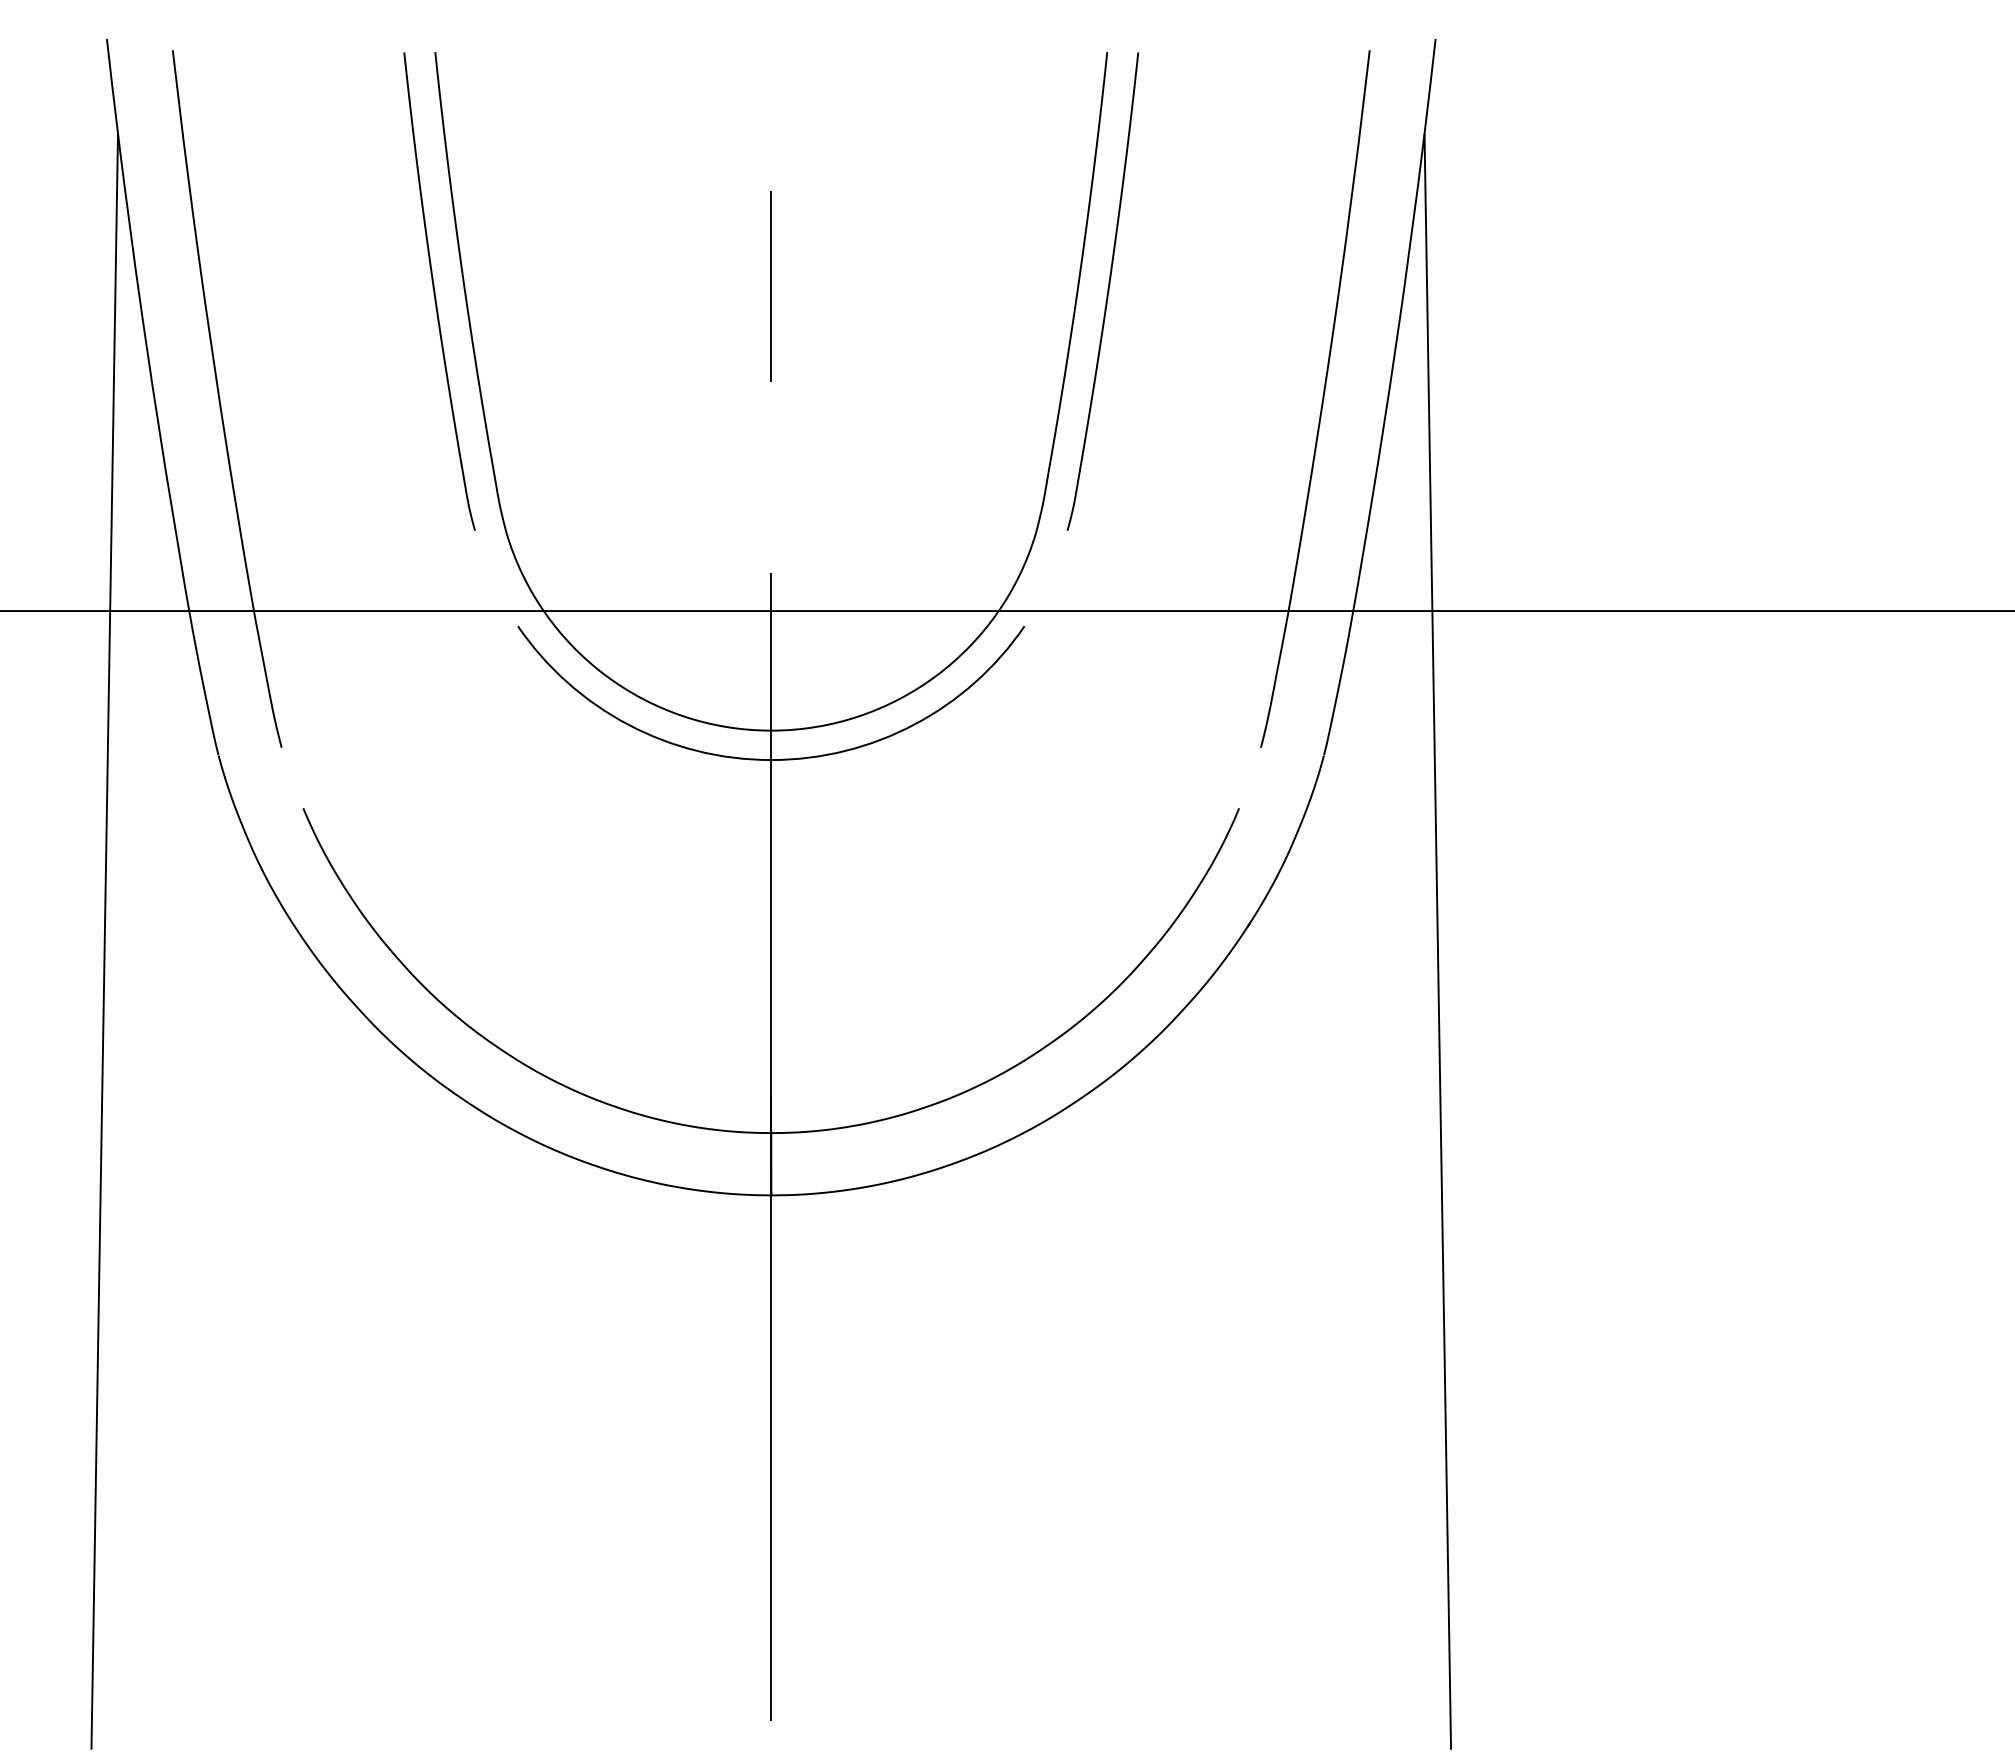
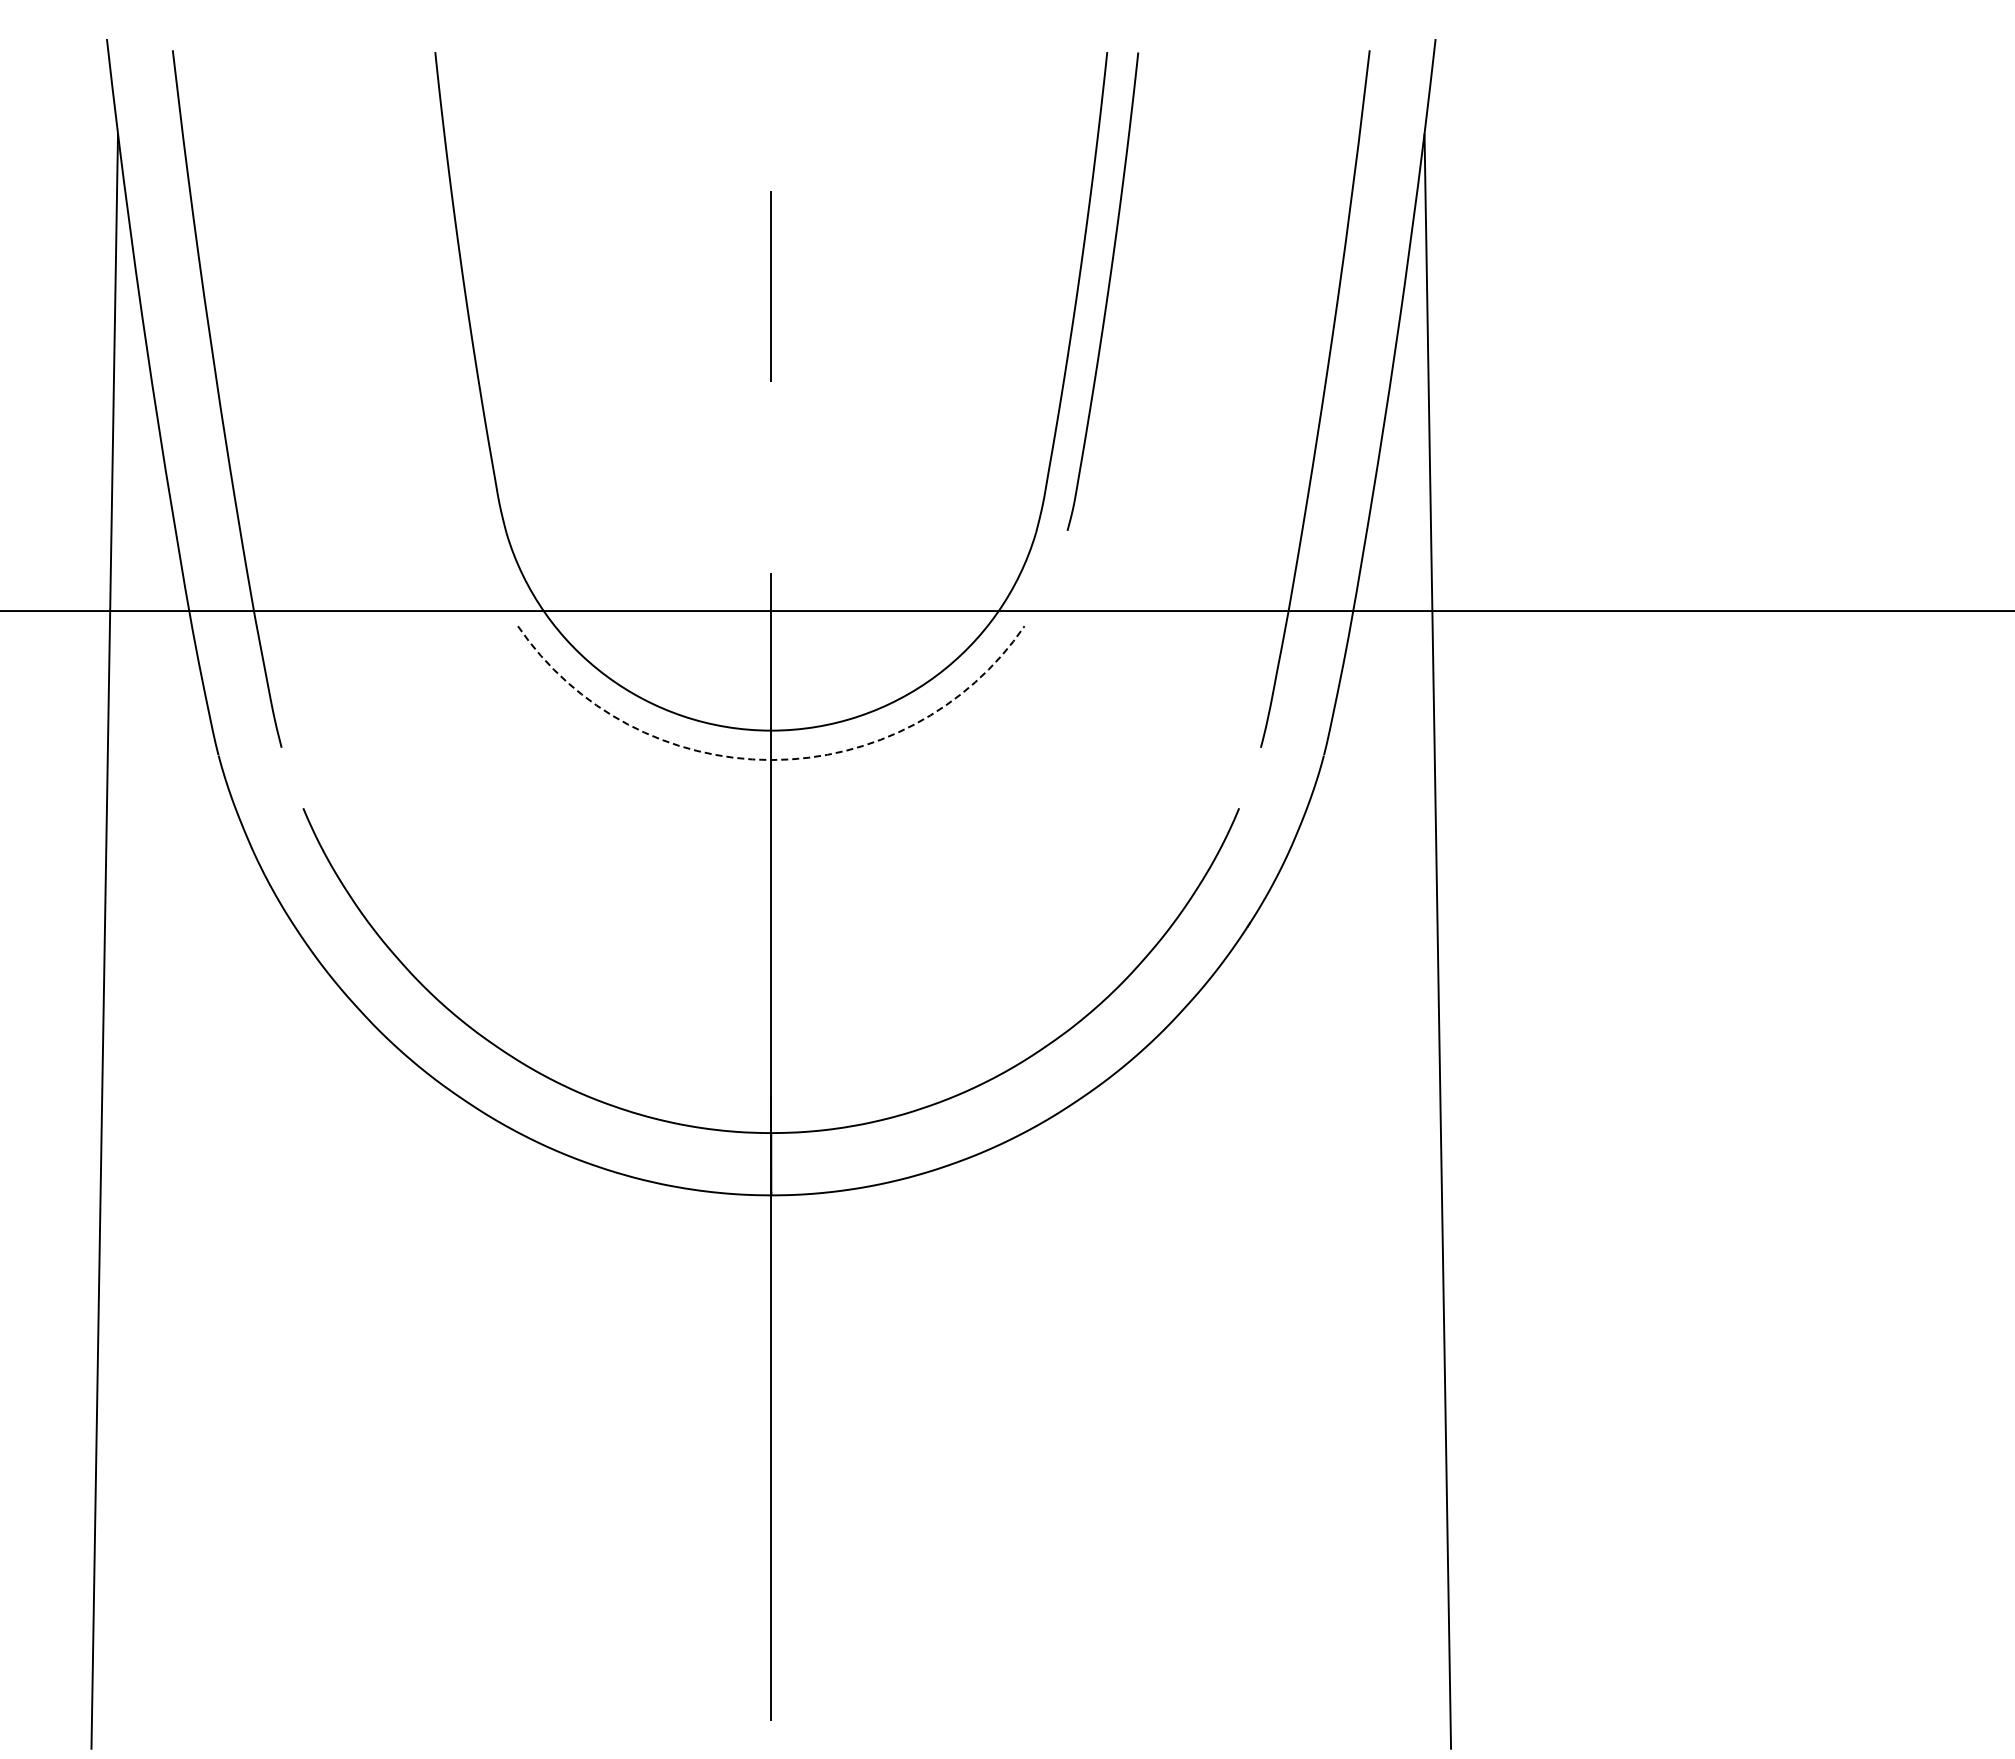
curve at (435, 291): present -> none
arc at (771, 760): solid -> dashed
